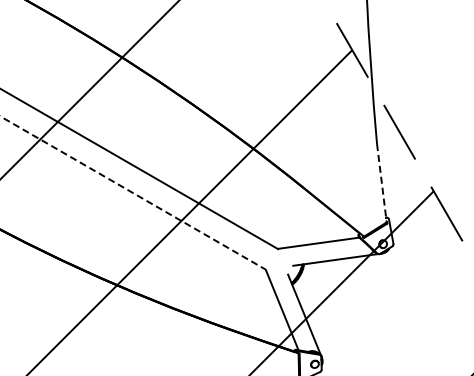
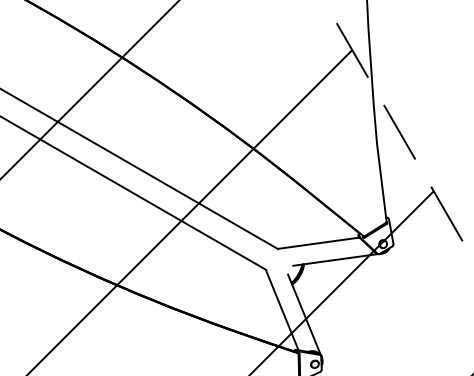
line at (381, 183): dashed -> solid
line at (133, 193): dashed -> solid
